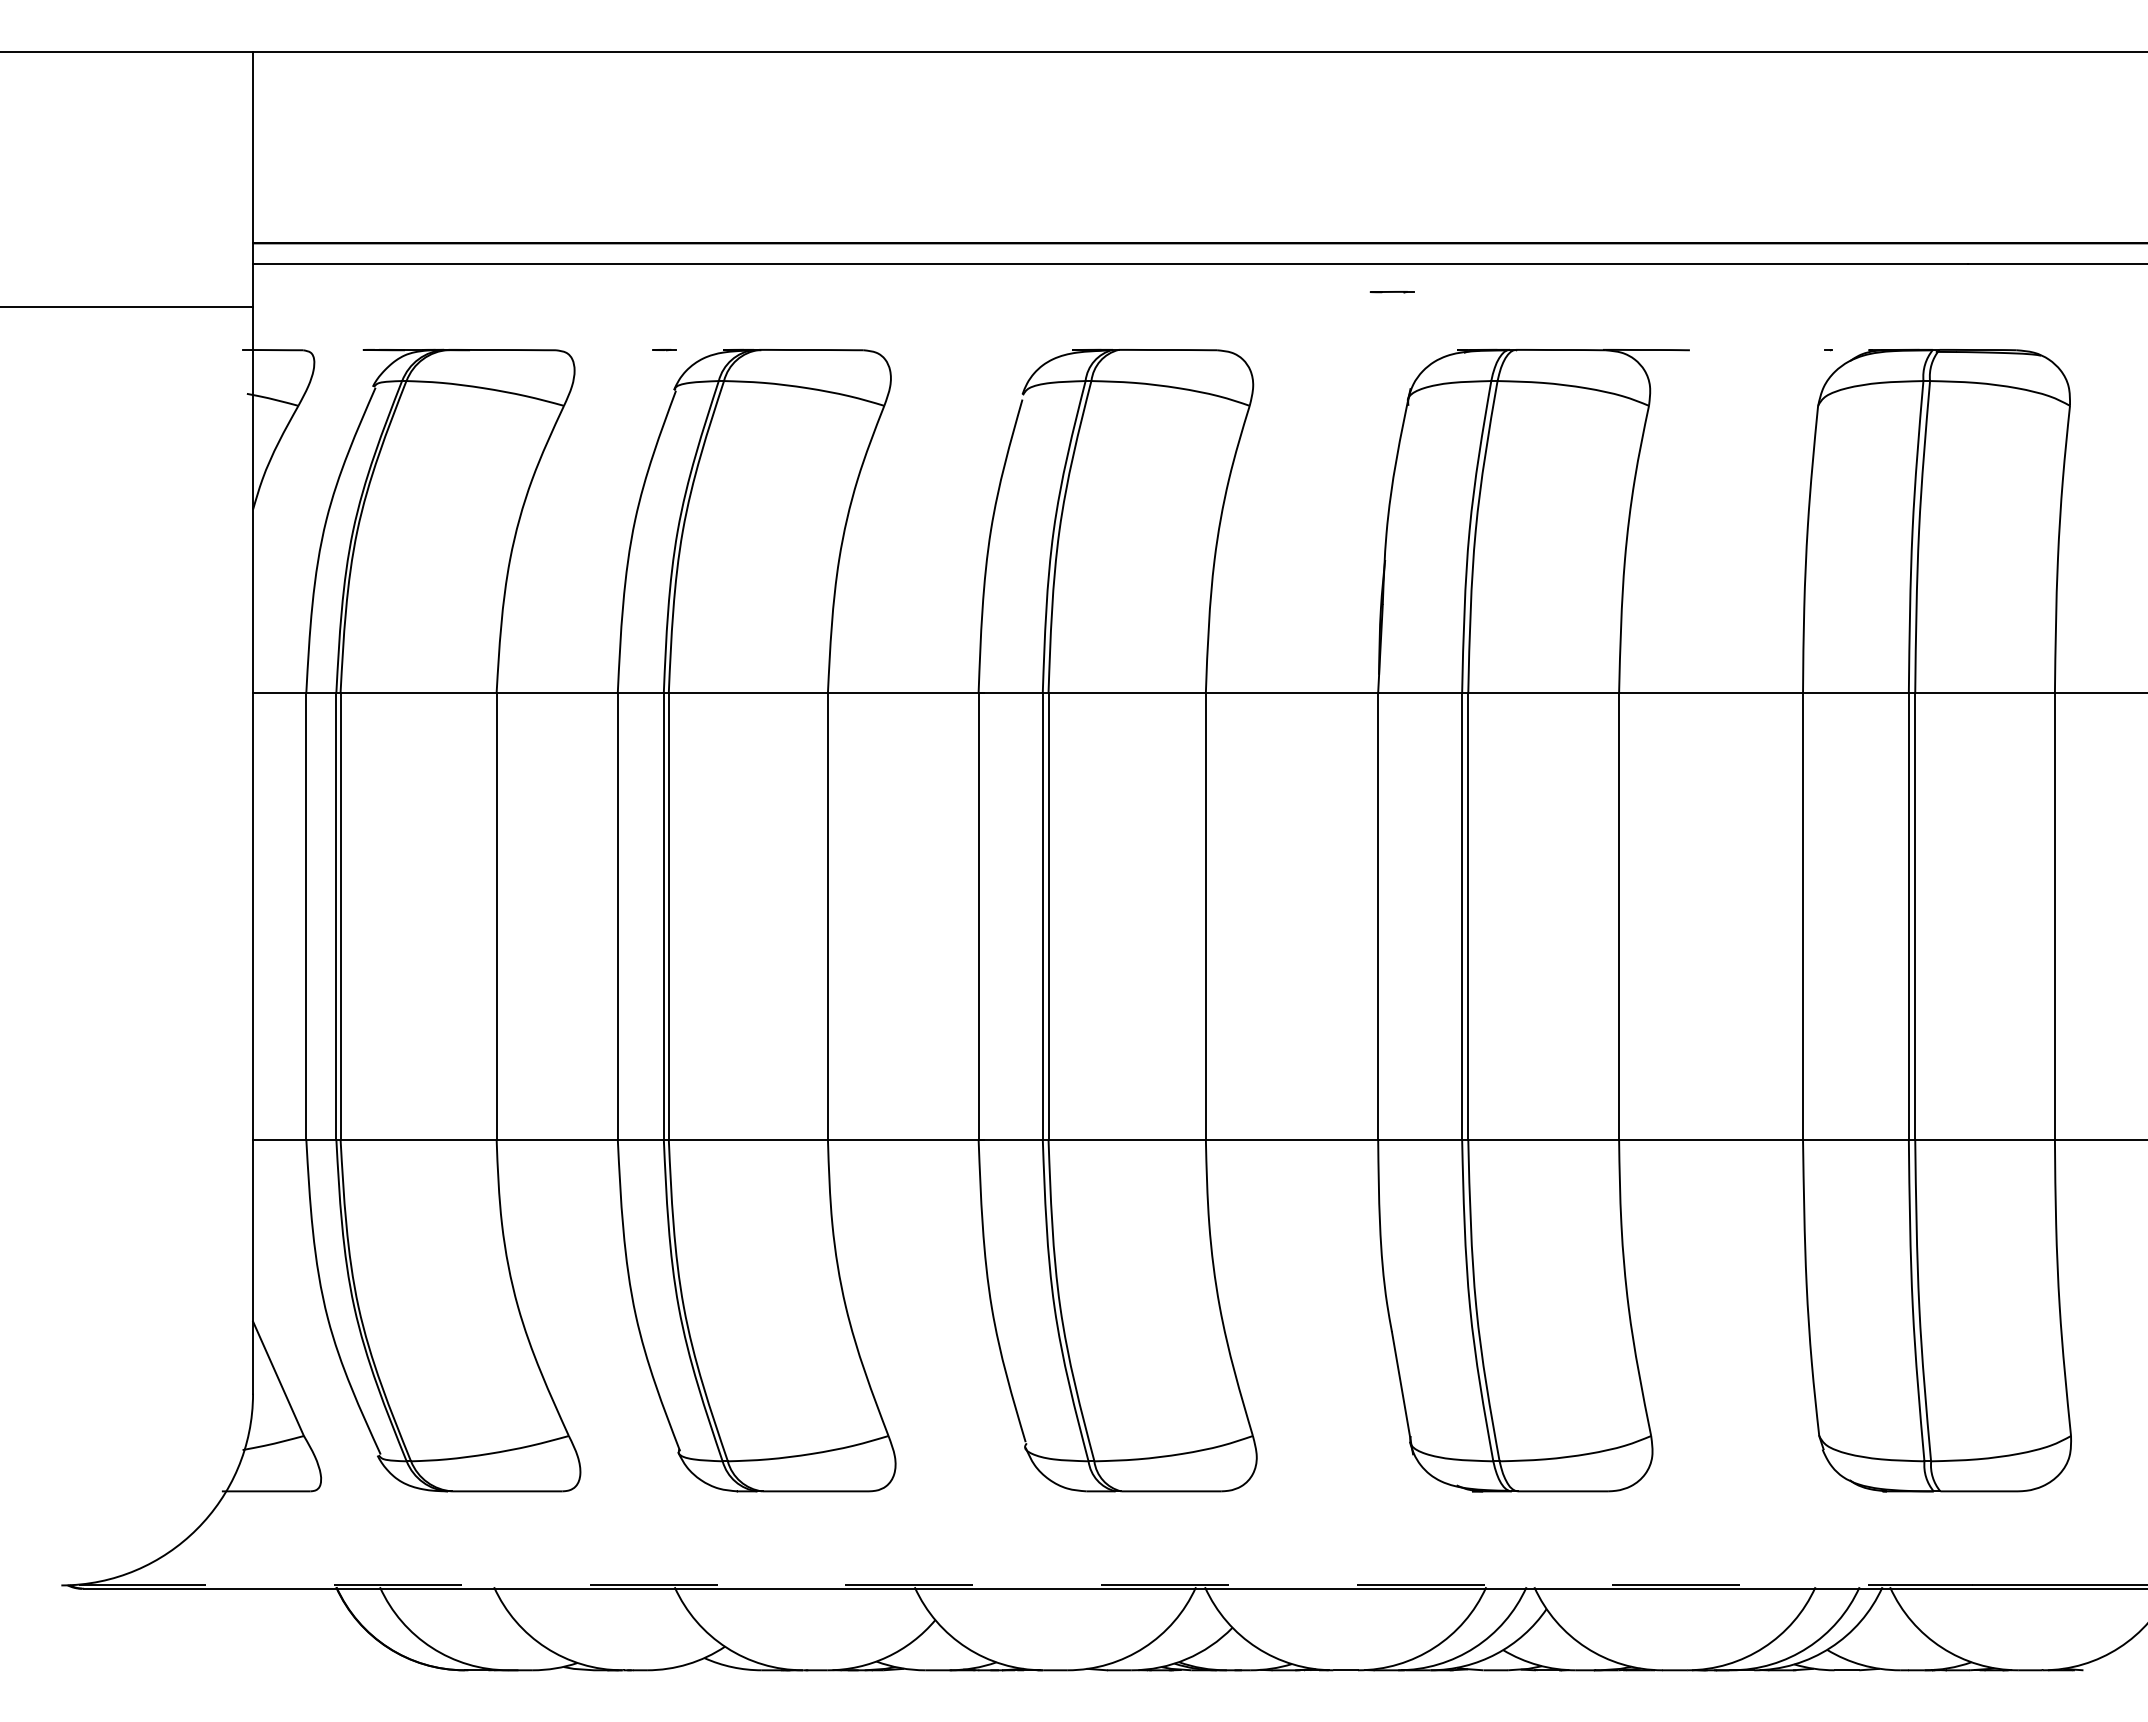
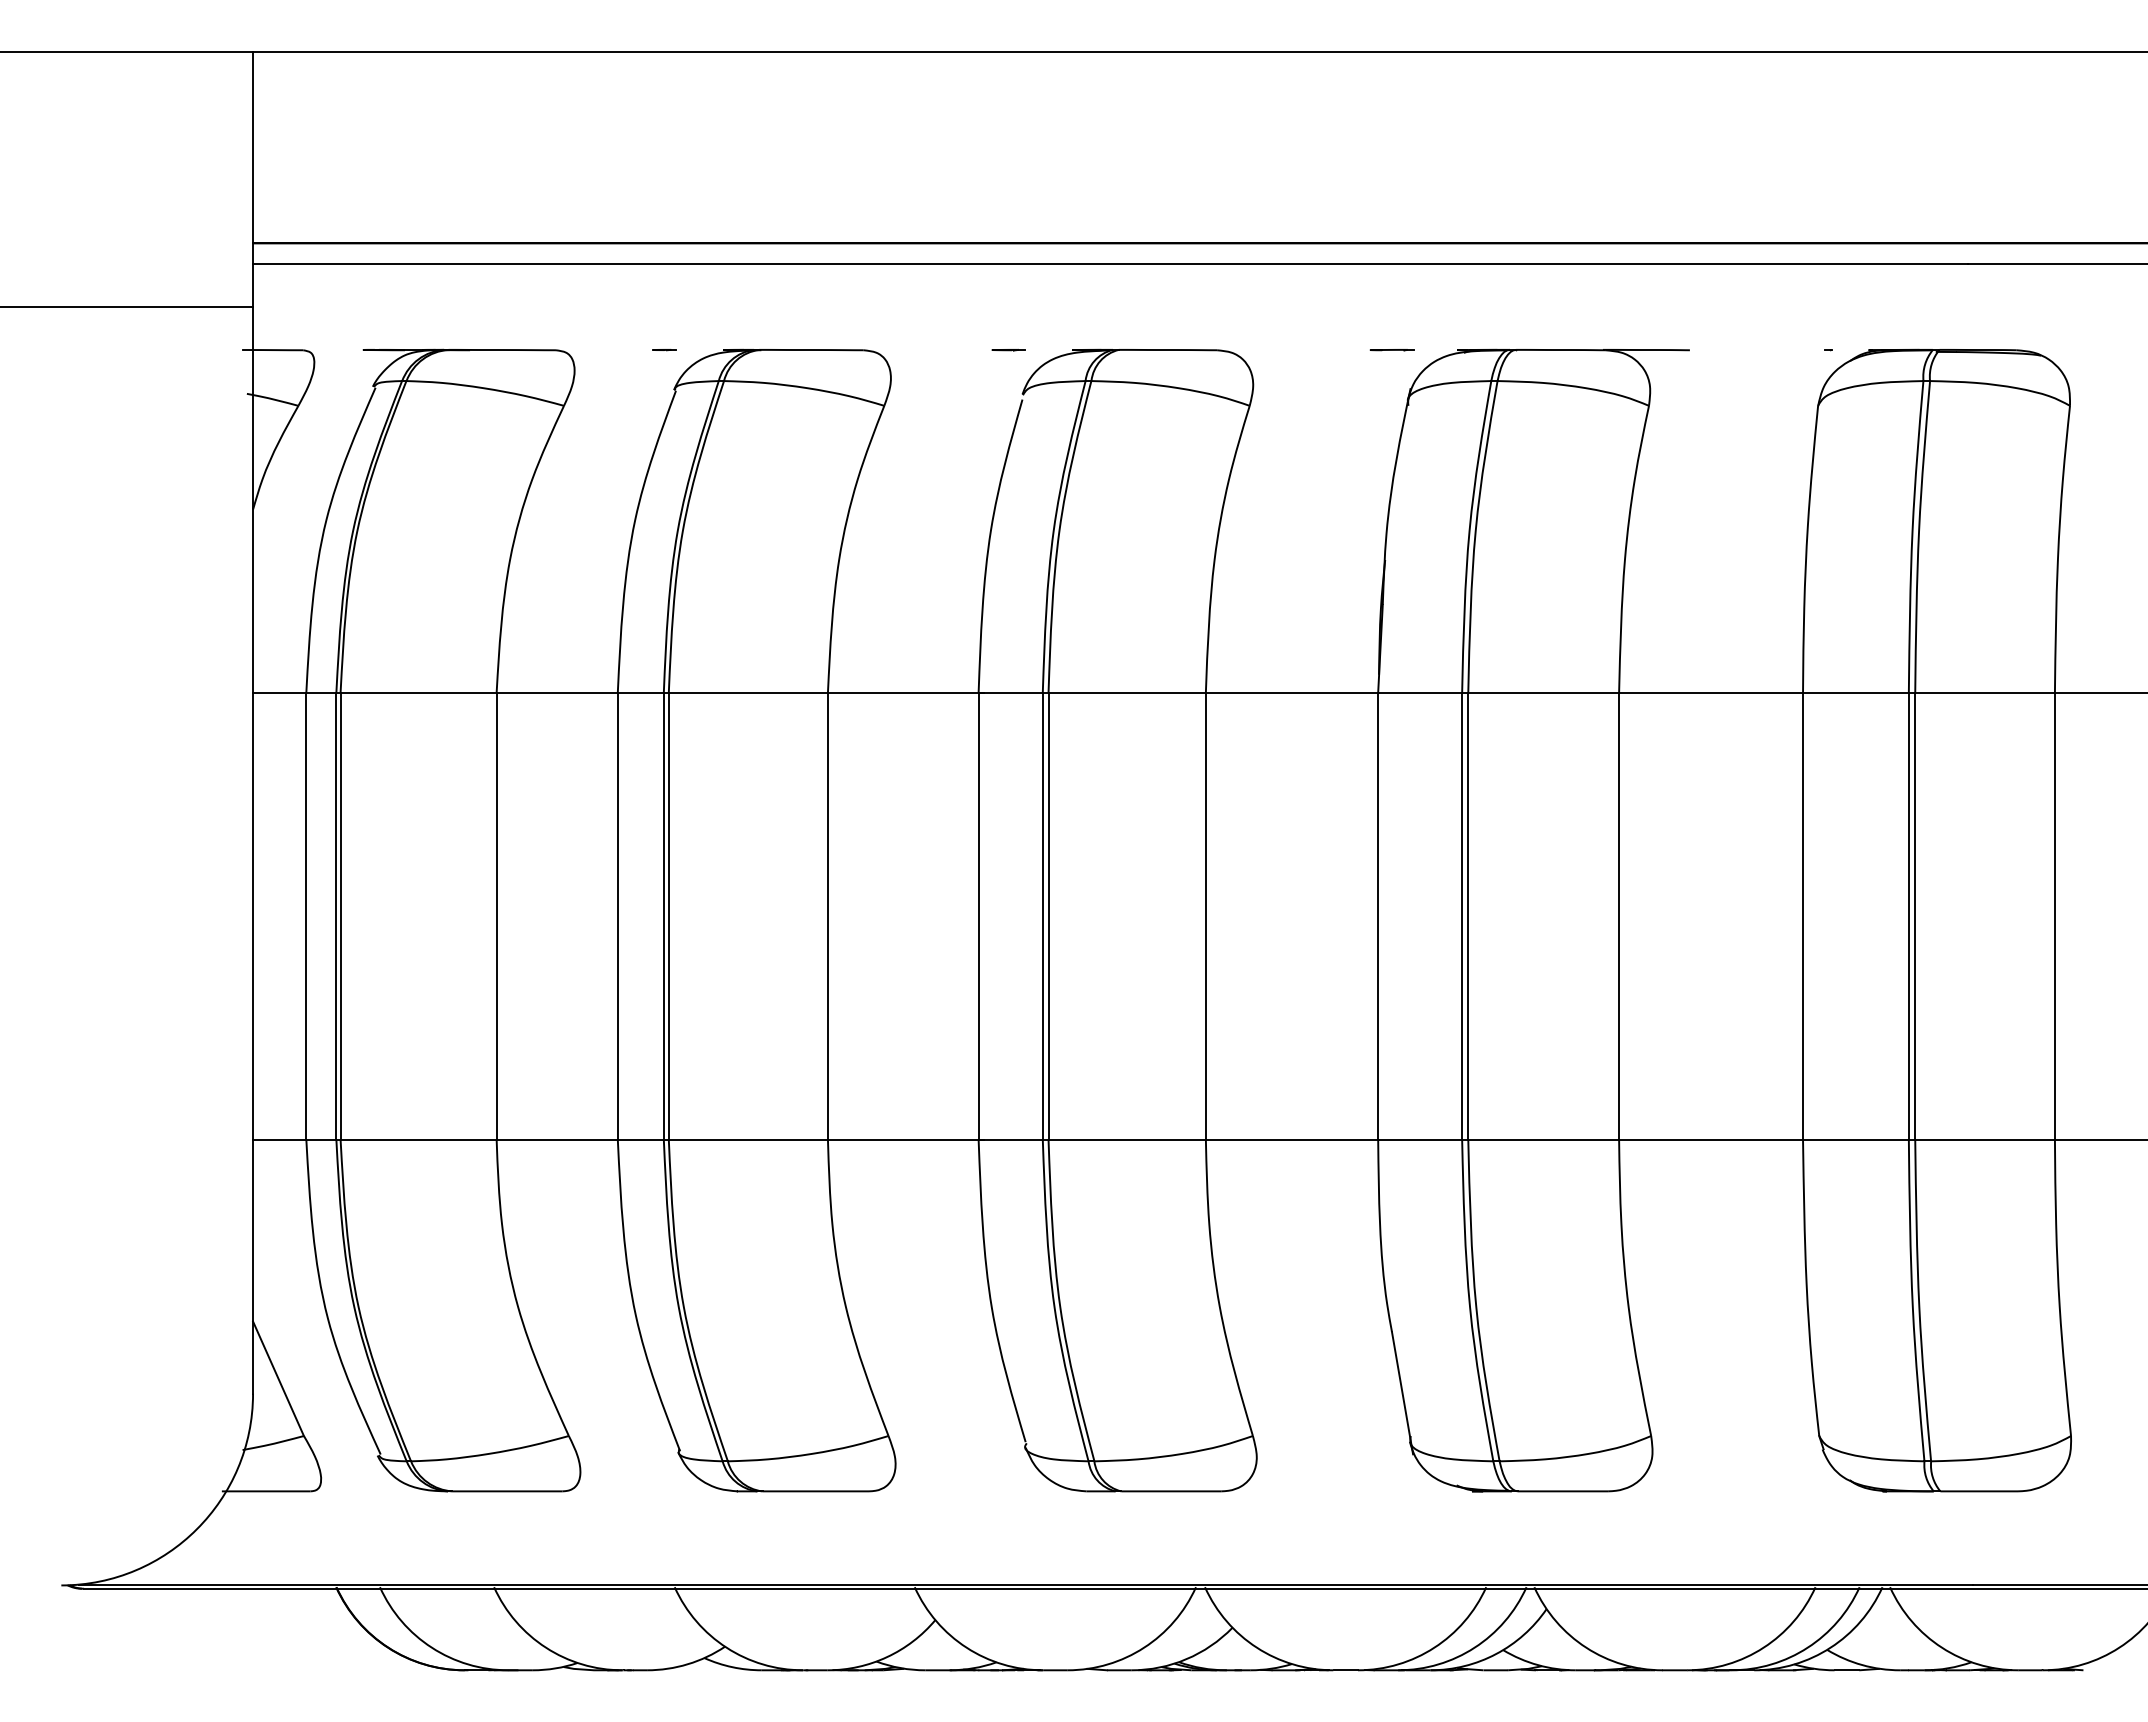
line at (1391, 292) position: (1391, 292) -> (1391, 350)
line at (1008, 350): none -> present
line at (1026, 1584): dashed -> solid
